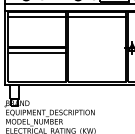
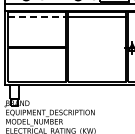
line at (37, 17): solid -> dashed
line at (37, 52): present -> none
